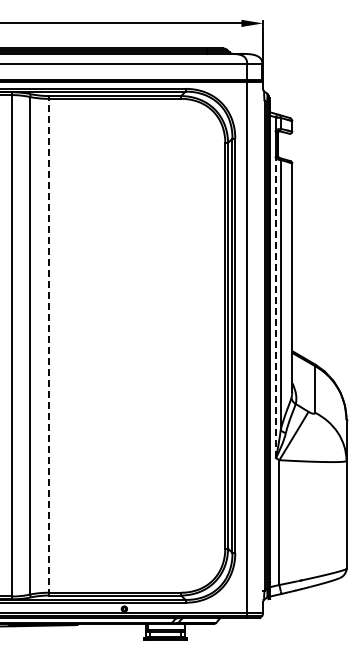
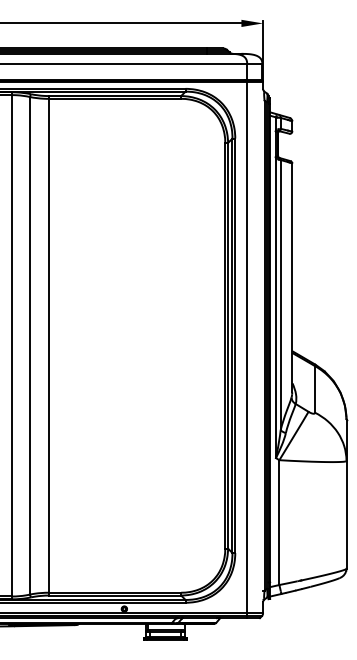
line at (276, 308): dashed -> solid
line at (48, 345): dashed -> solid
